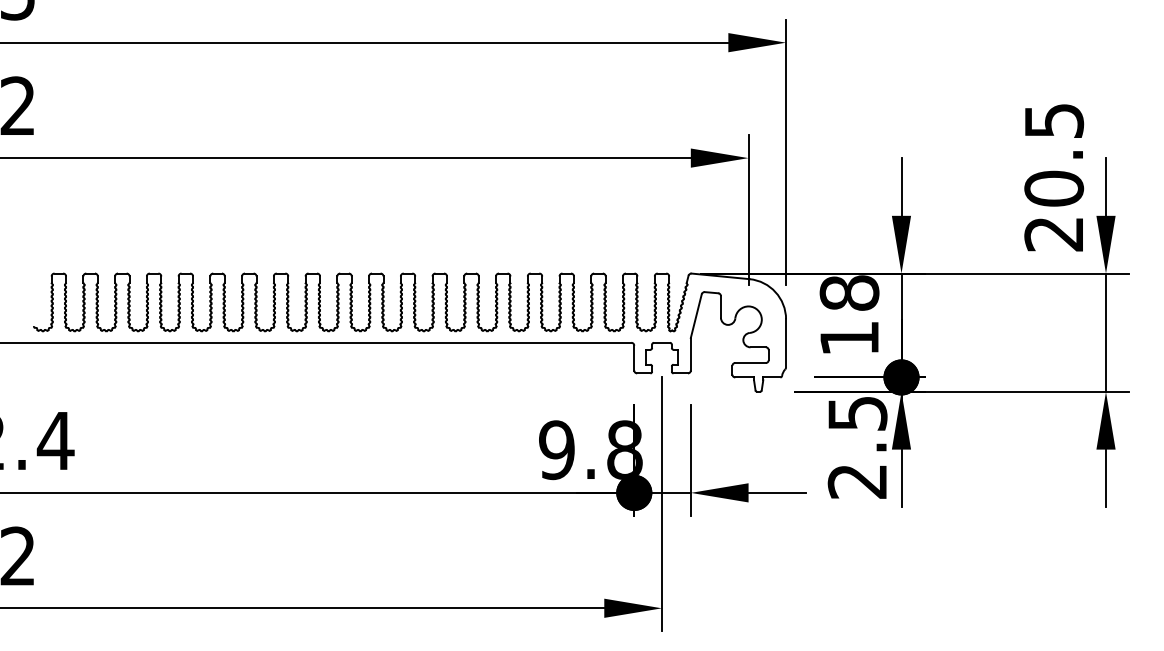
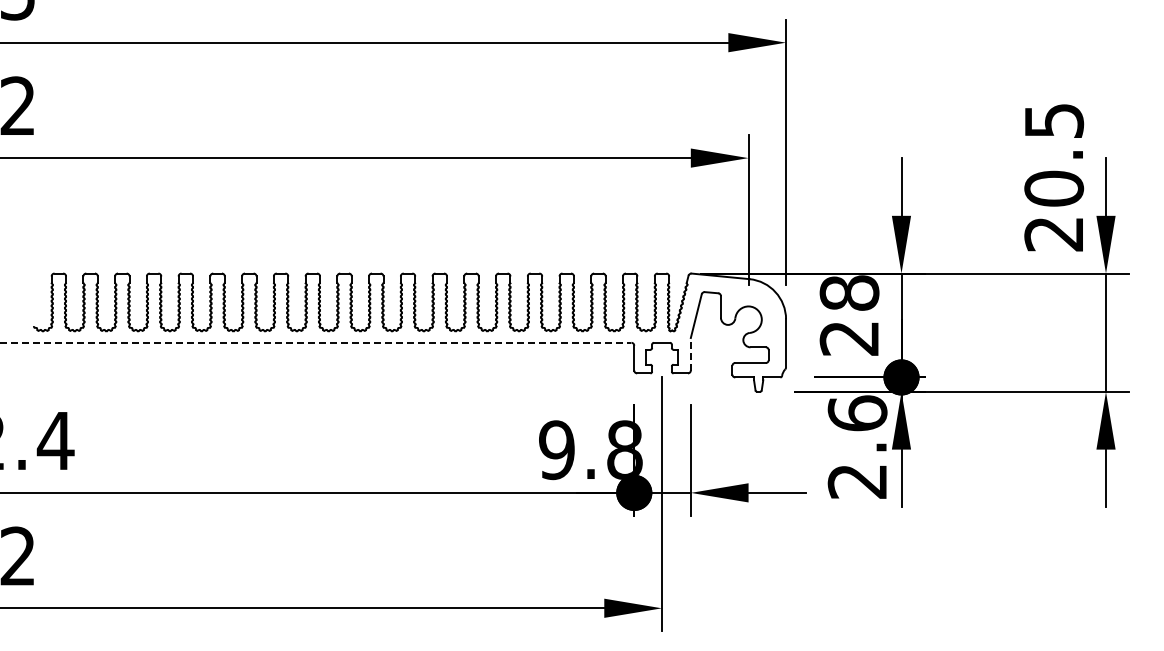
text at (848, 338): 18 -> 28
line at (316, 342): solid -> dashed
line at (690, 353): solid -> dashed
text at (857, 413): 2.5 -> 2.6
